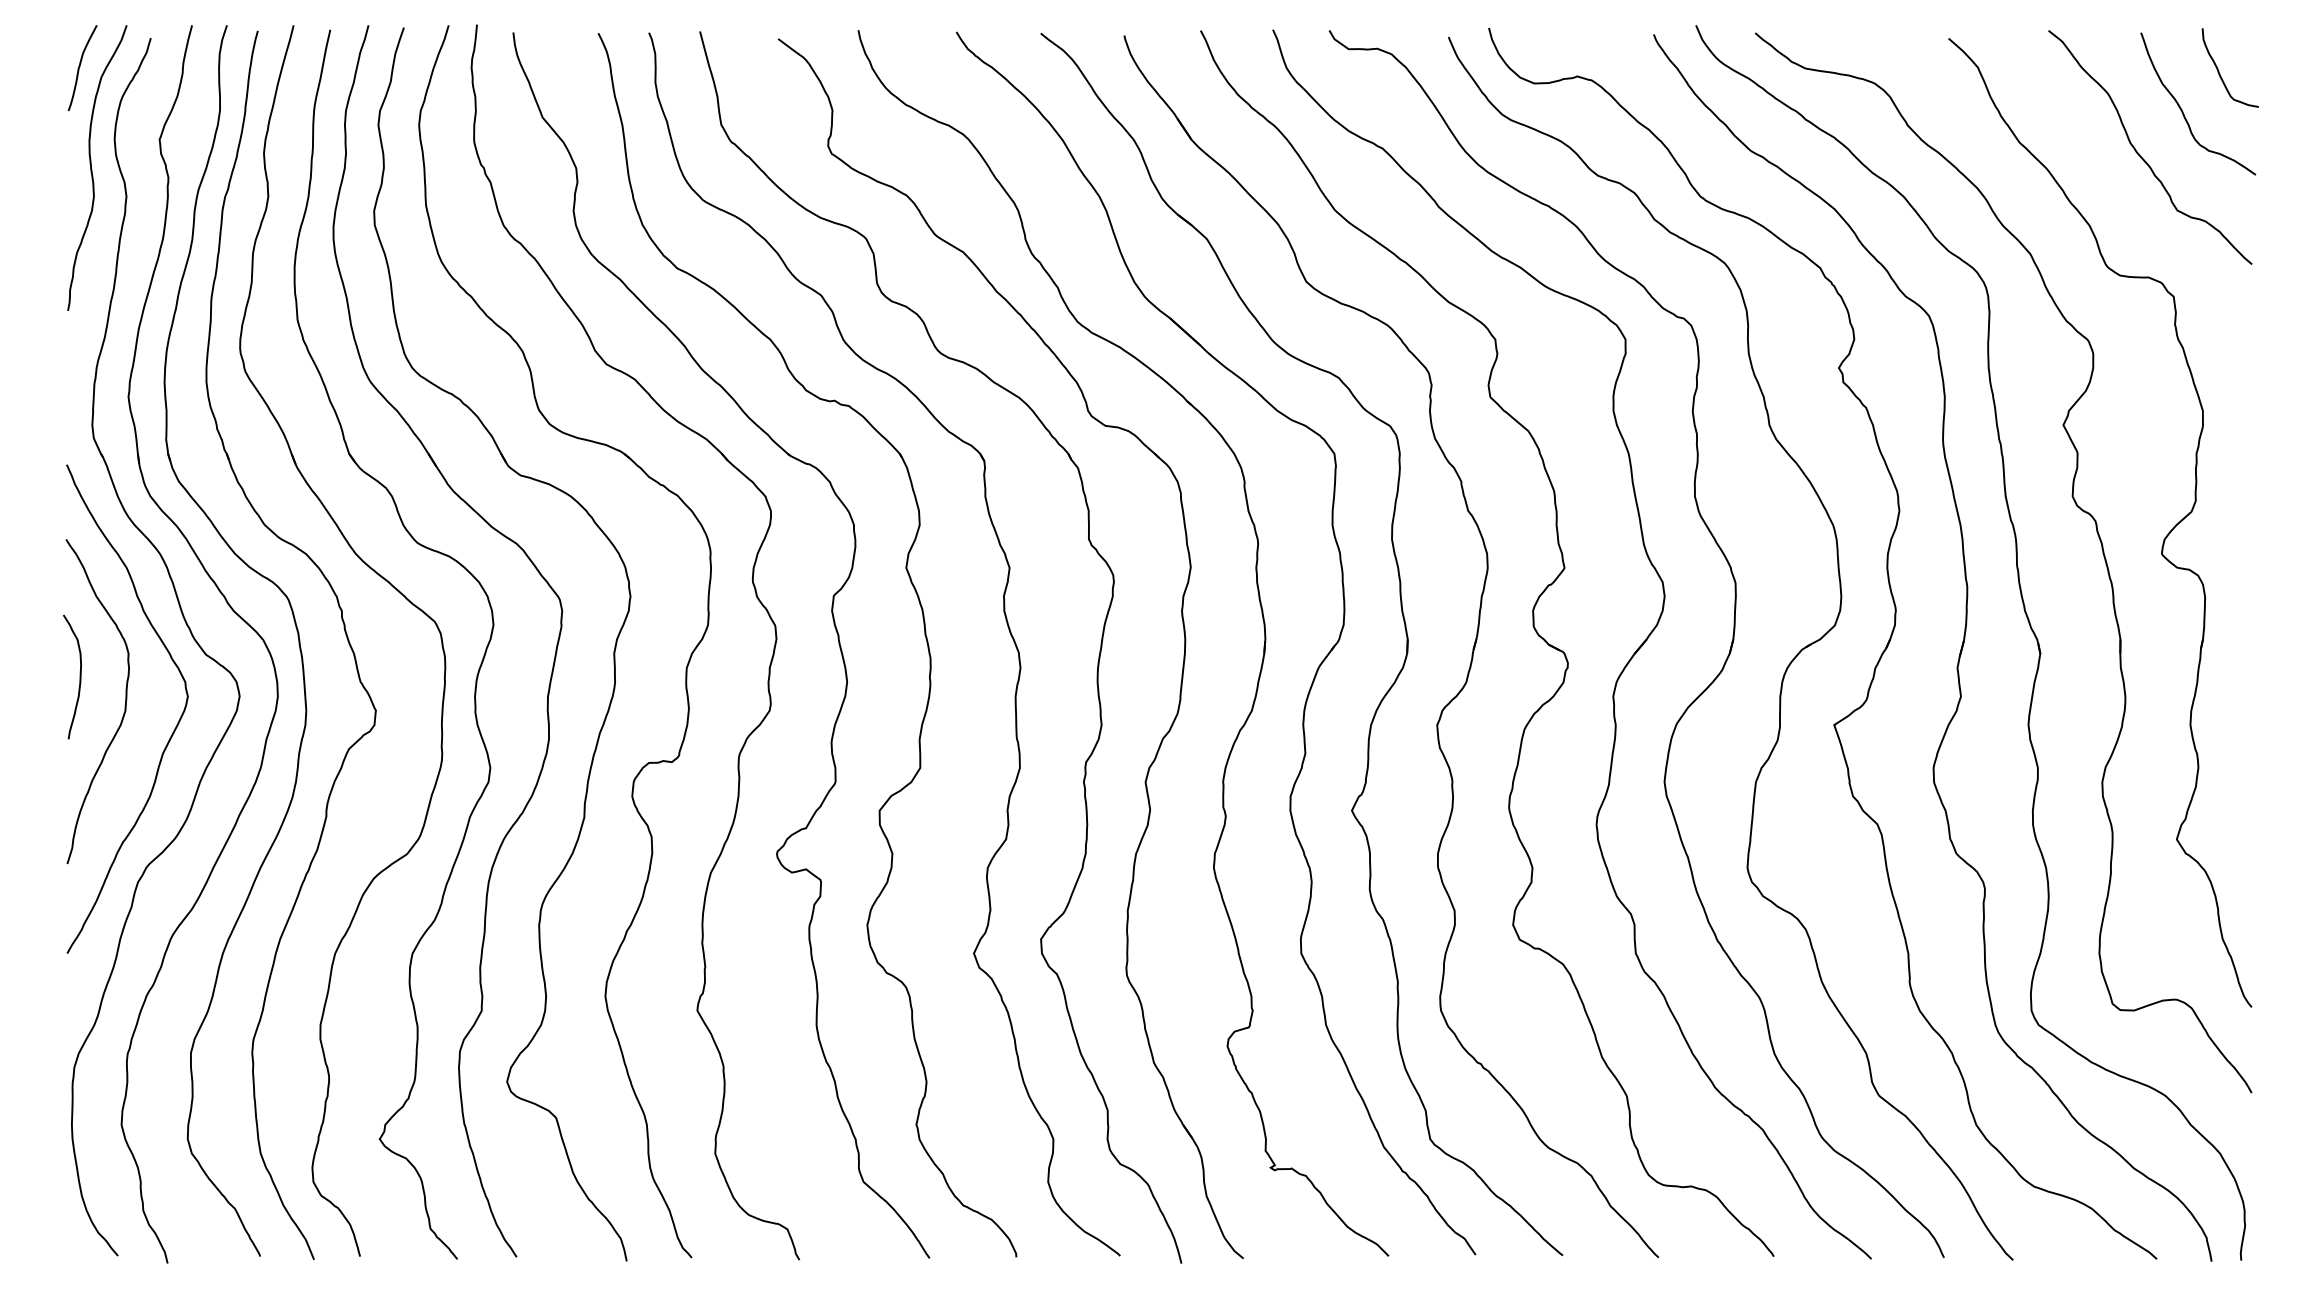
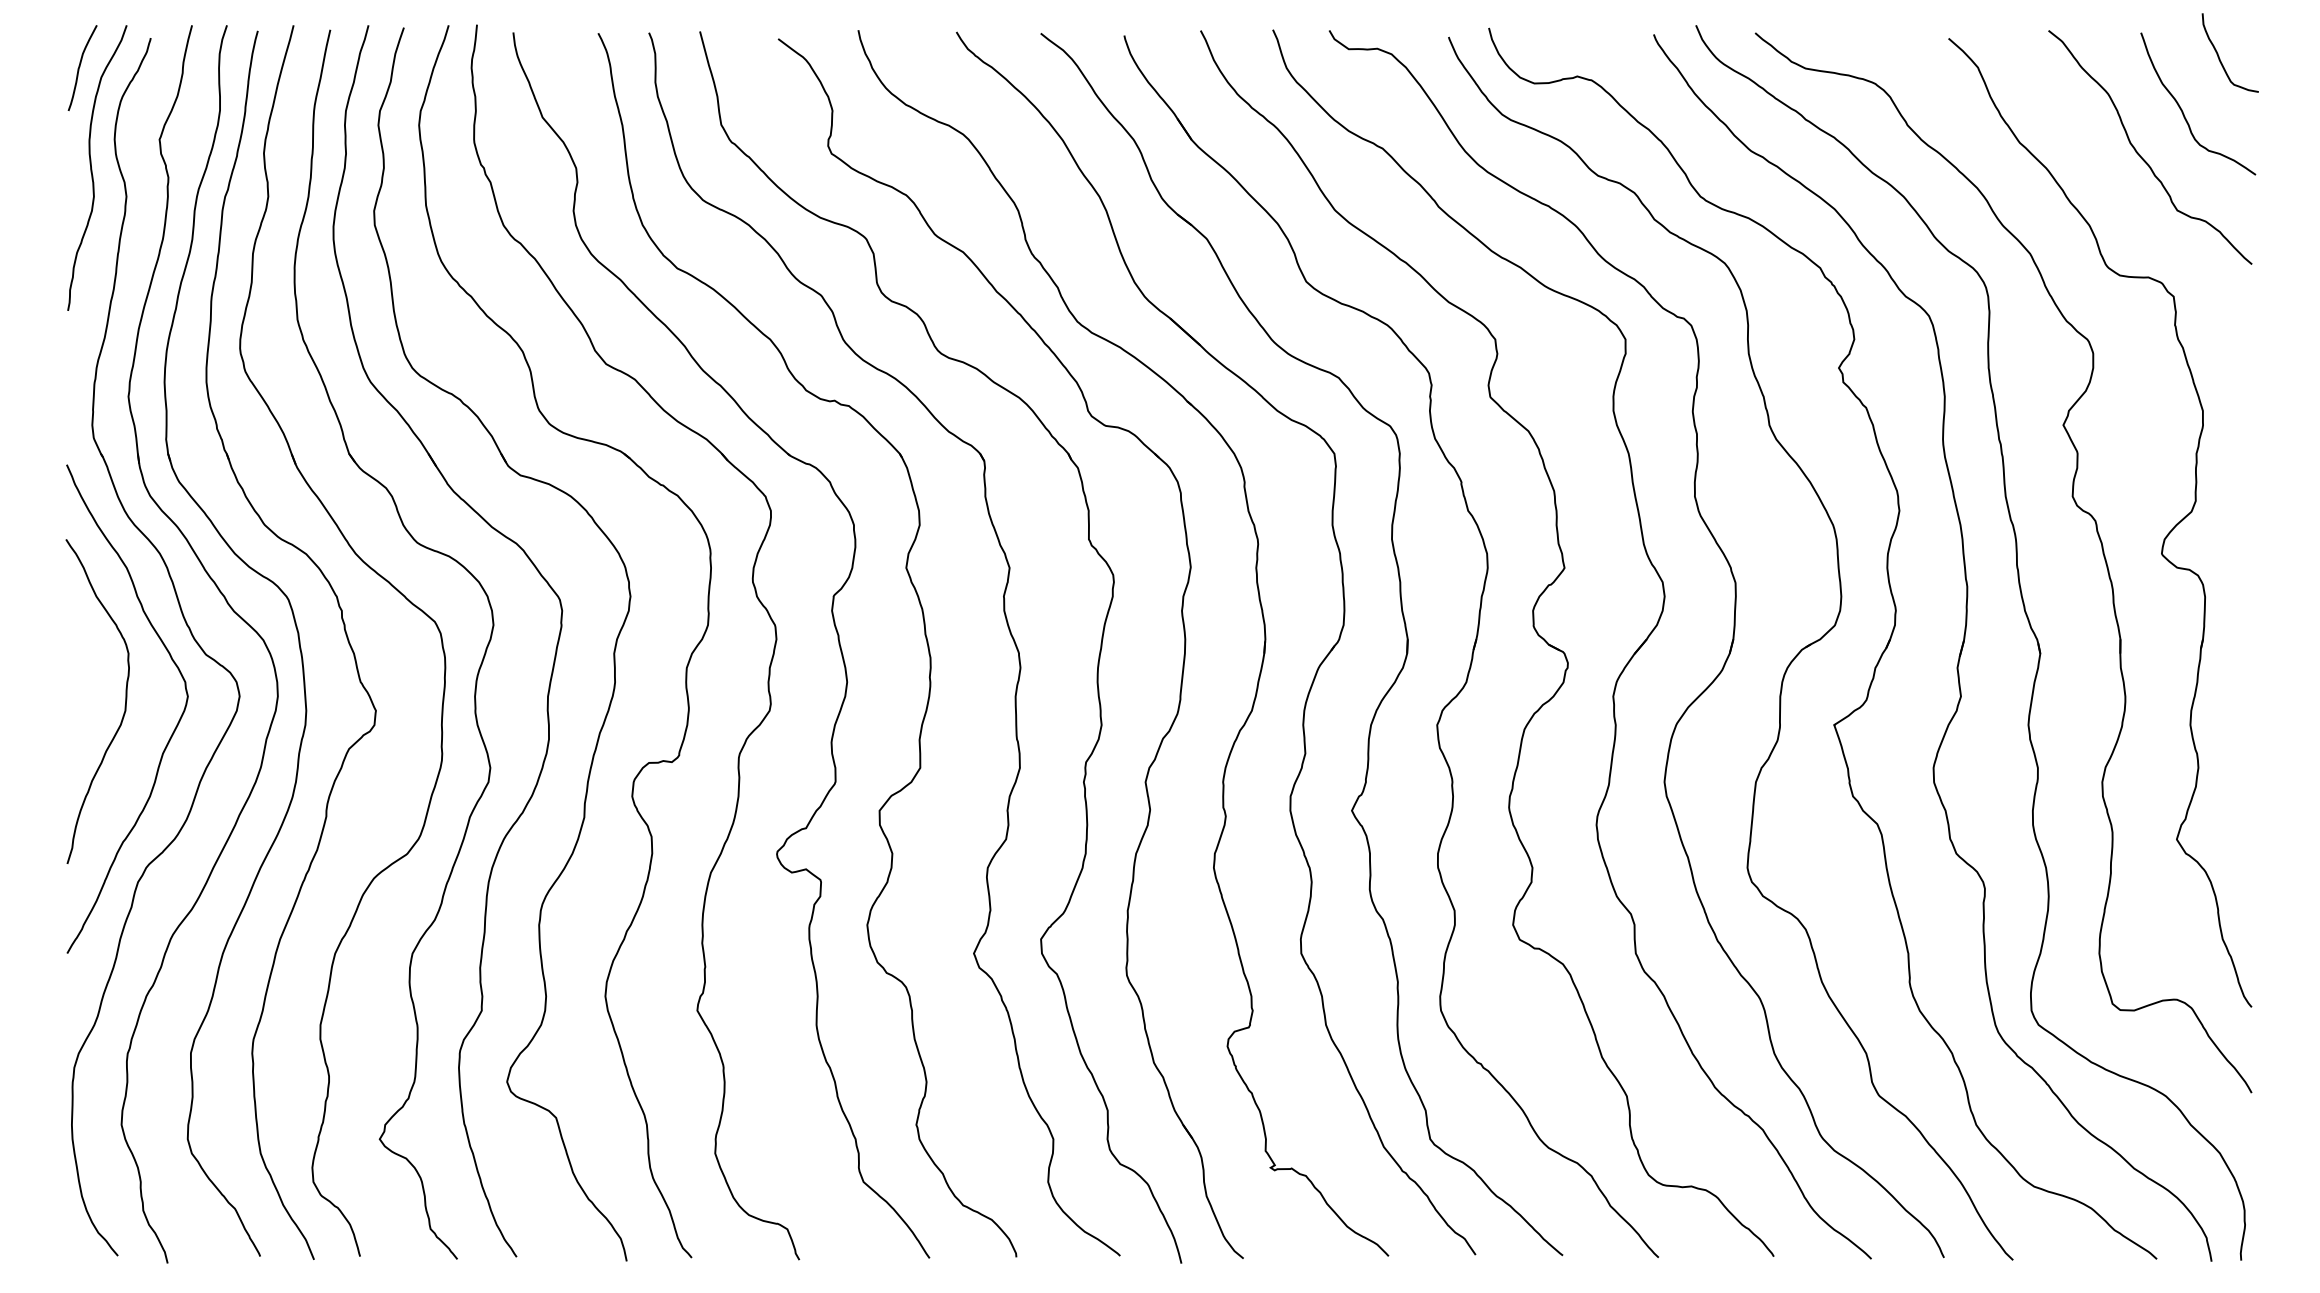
curve at (2219, 71) position: (2219, 71) -> (2219, 56)
curve at (79, 676): present -> none
